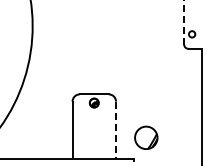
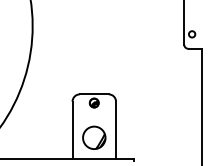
line at (184, 22): dashed -> solid
line at (116, 130): dashed -> solid
part at (146, 137) position: (146, 137) -> (94, 137)
